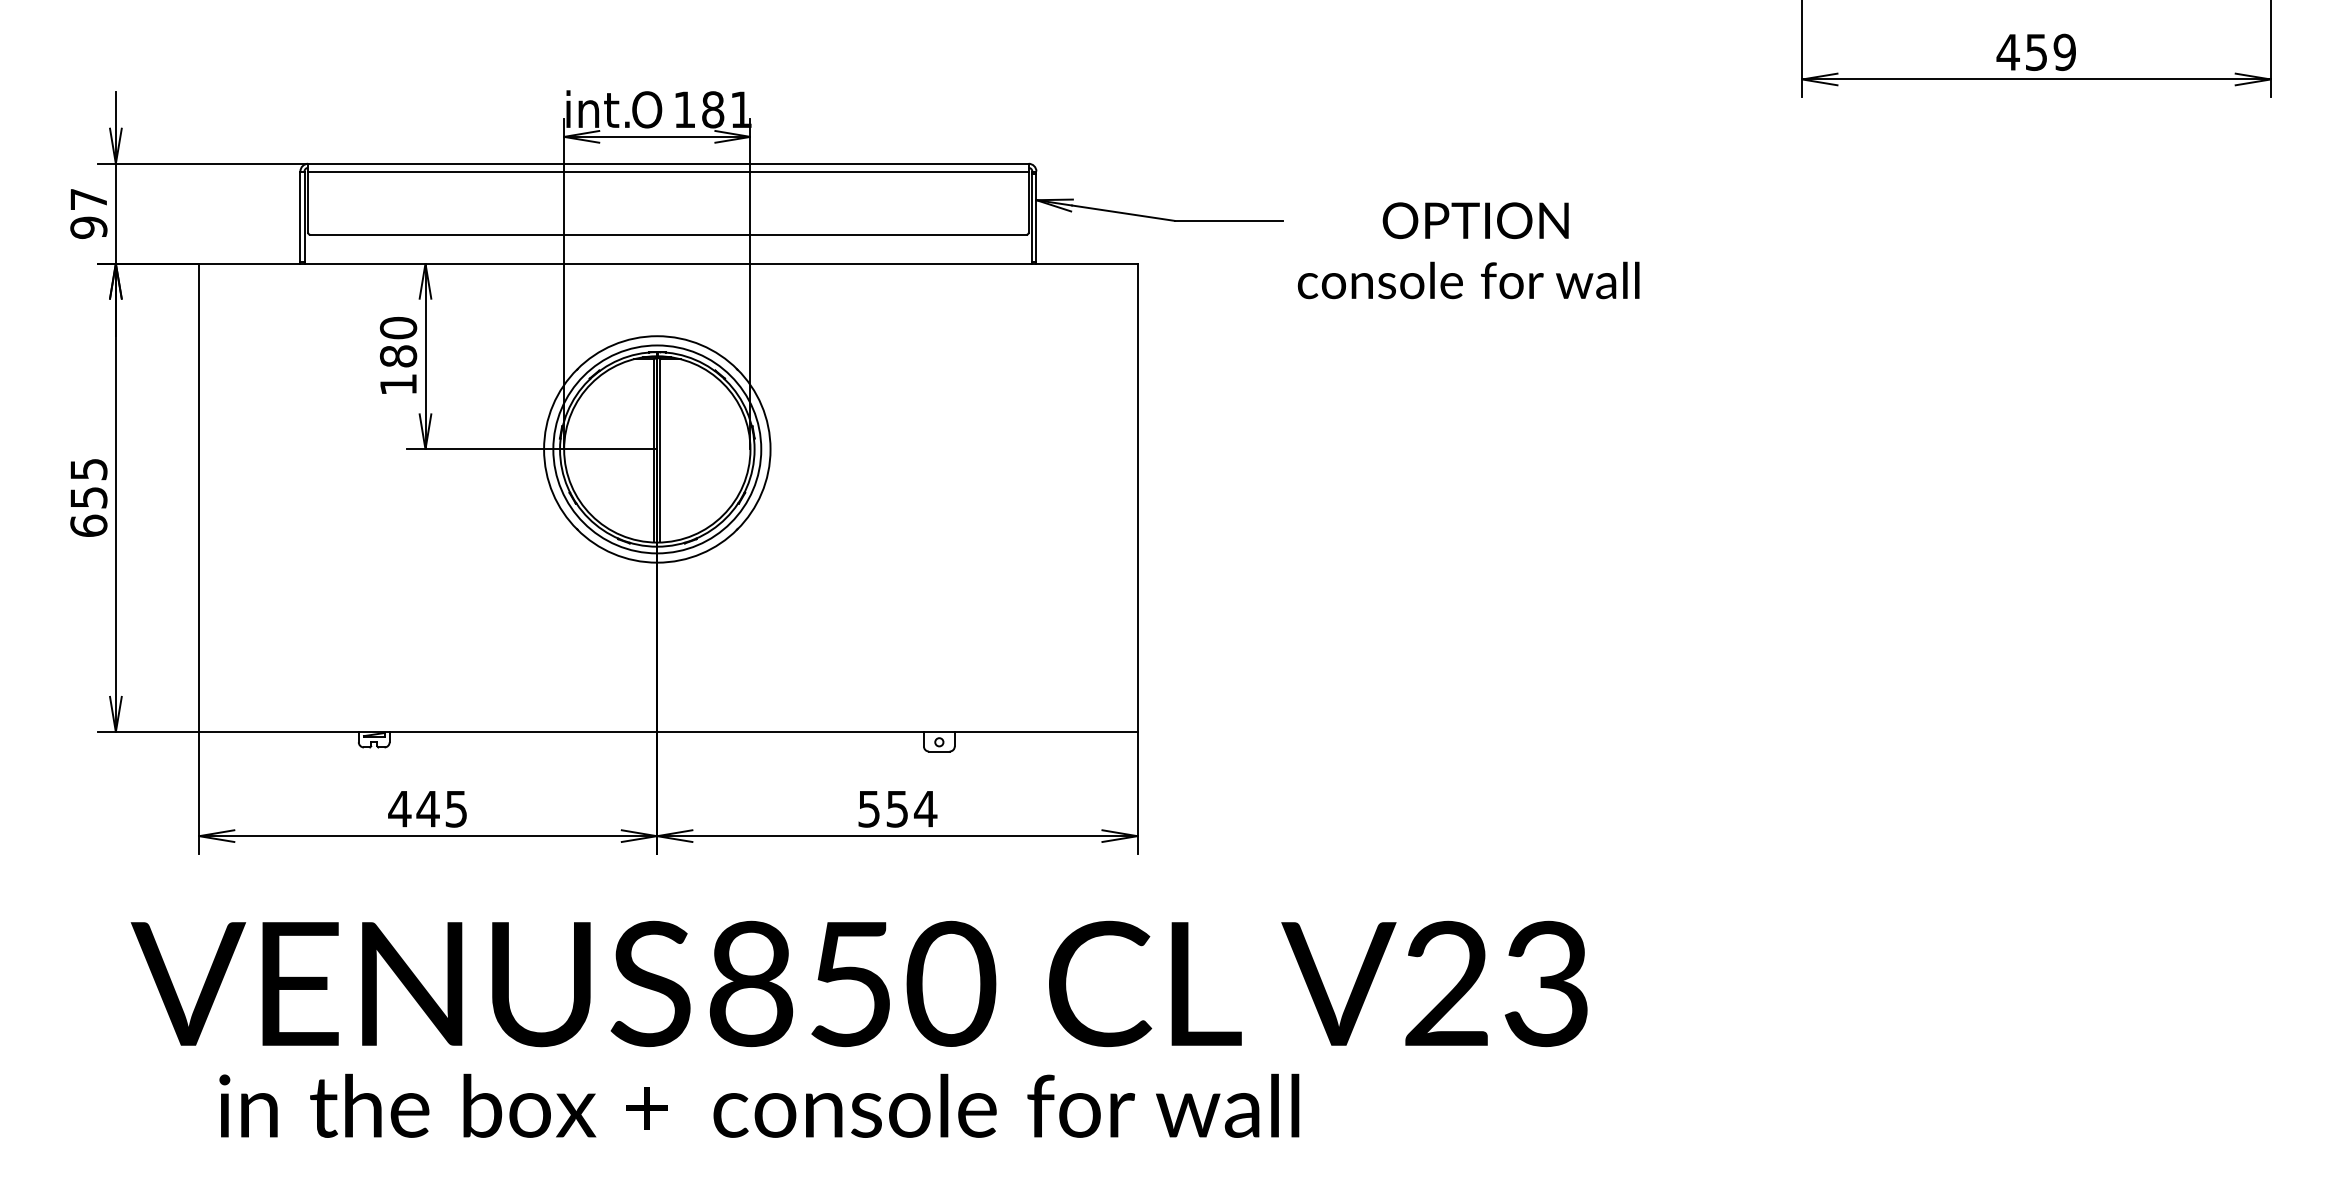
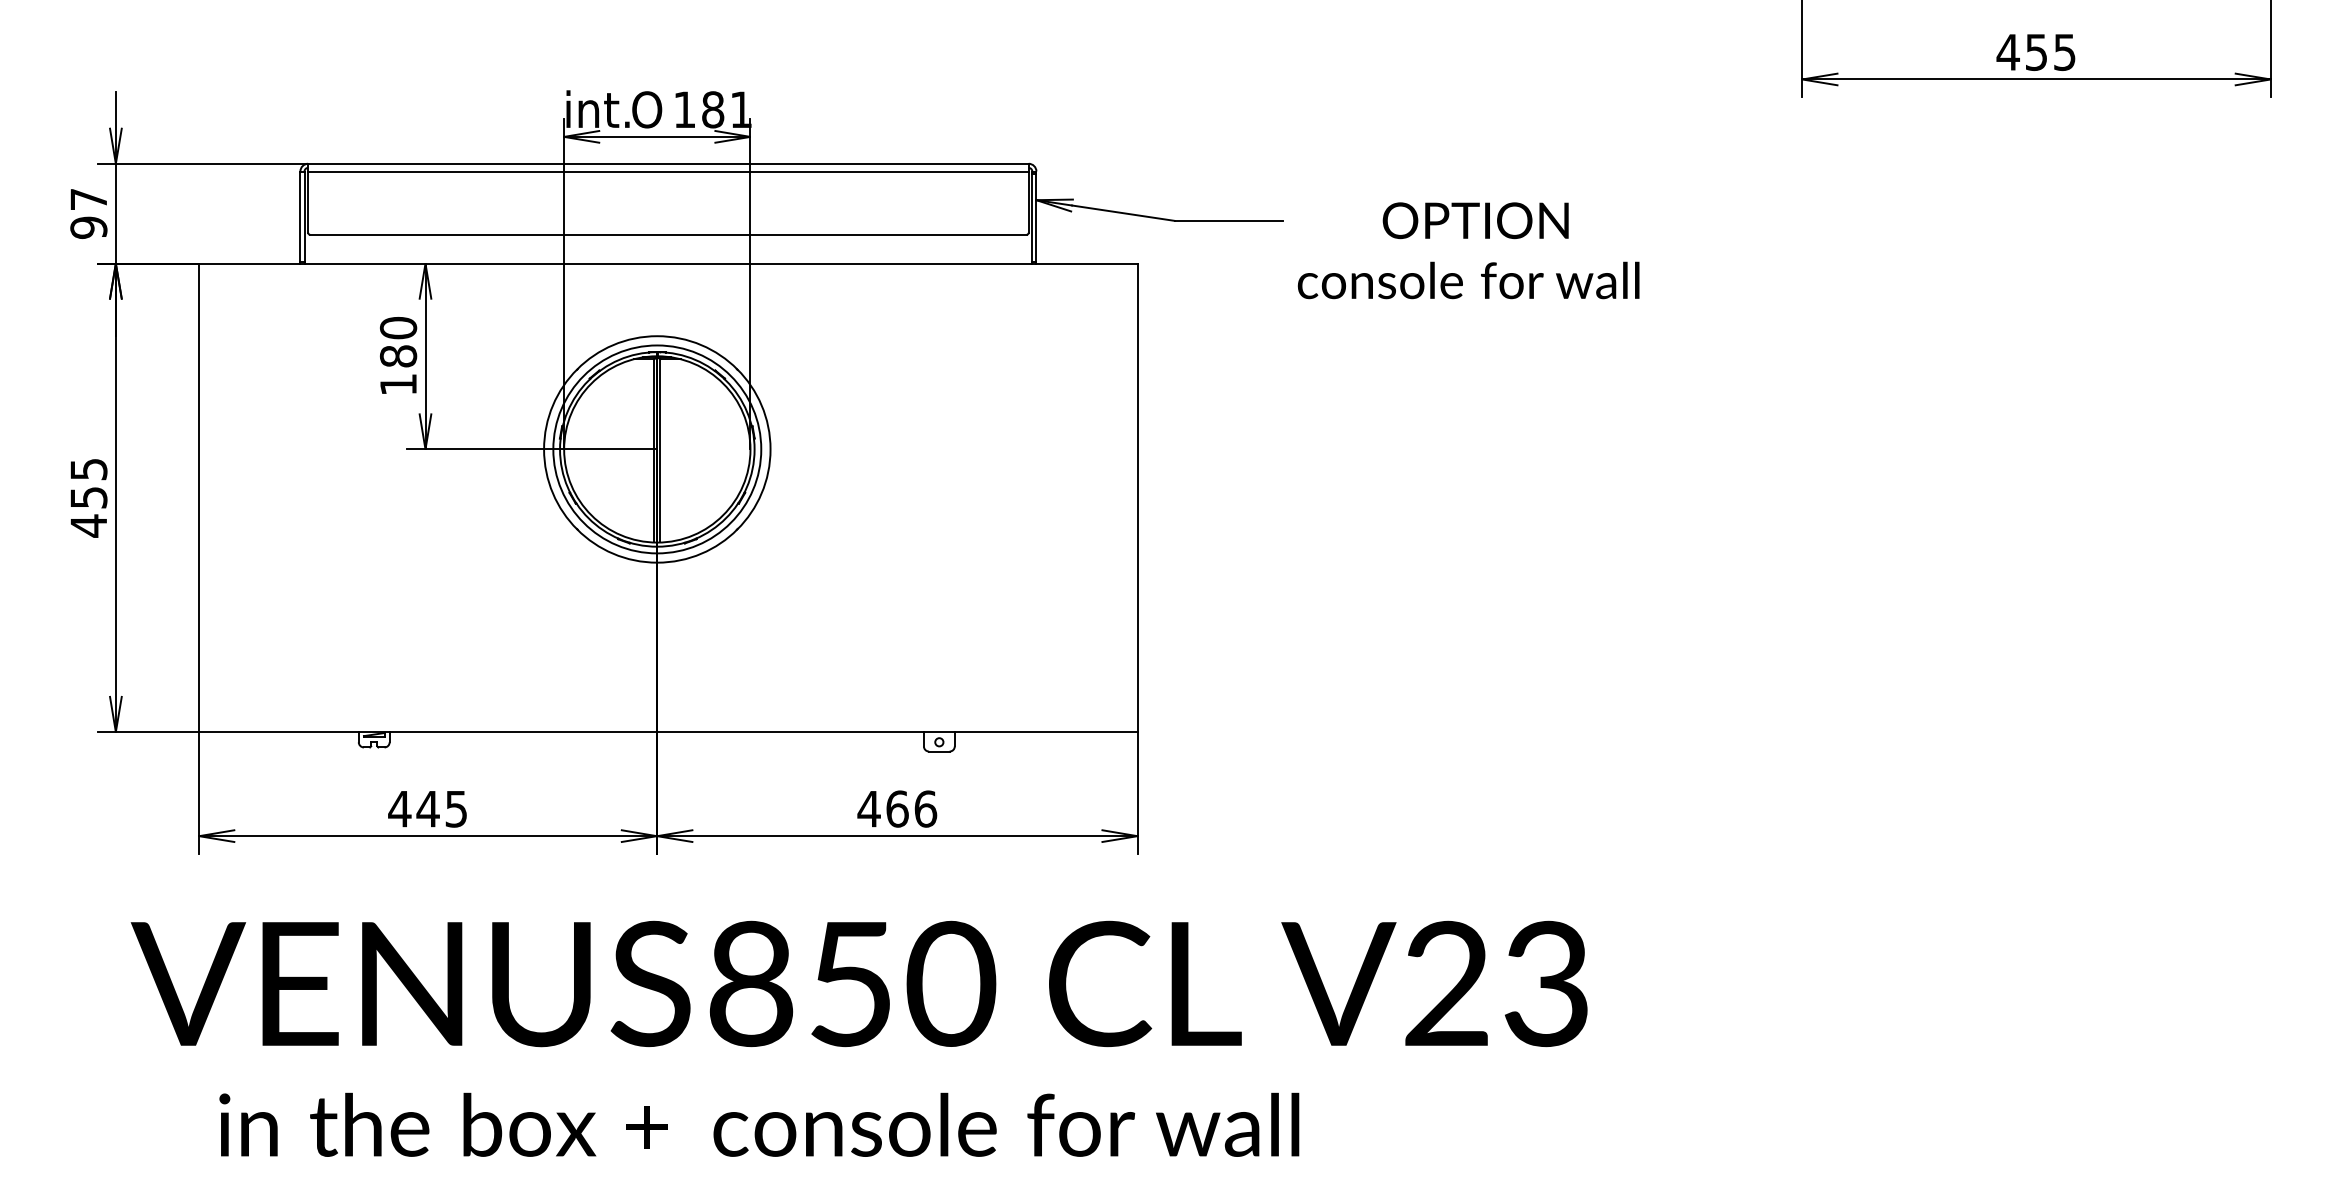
text at (2064, 51): 459 -> 455
text at (88, 525): 655 -> 455
text at (897, 808): 554 -> 466
text at (759, 1105) position: (759, 1105) -> (759, 1124)
